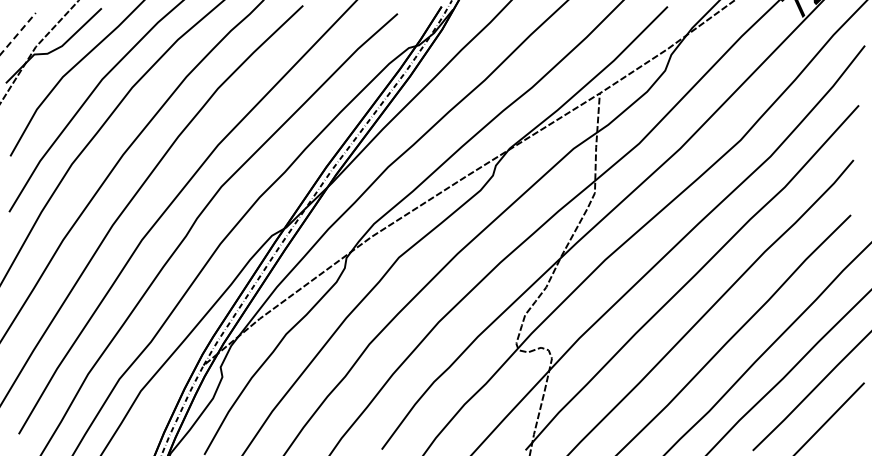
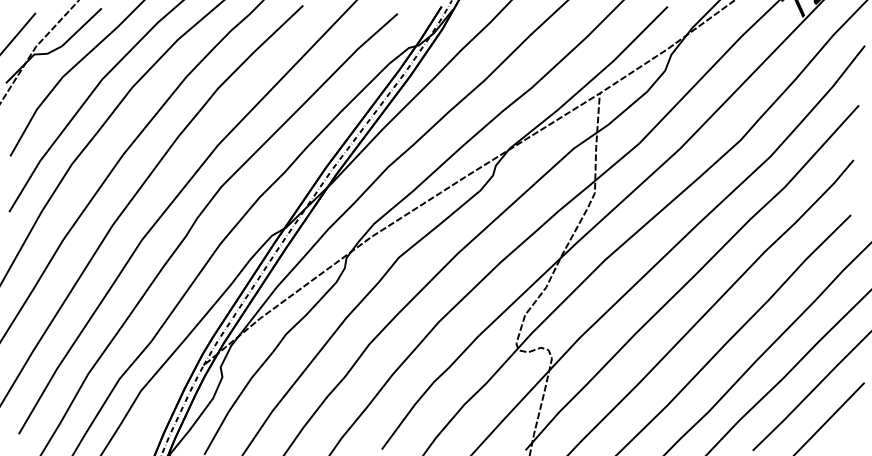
line at (18, 33): dashed -> solid
